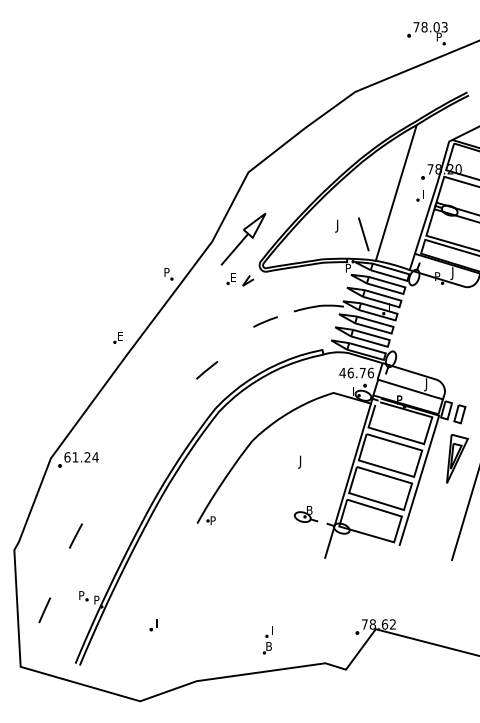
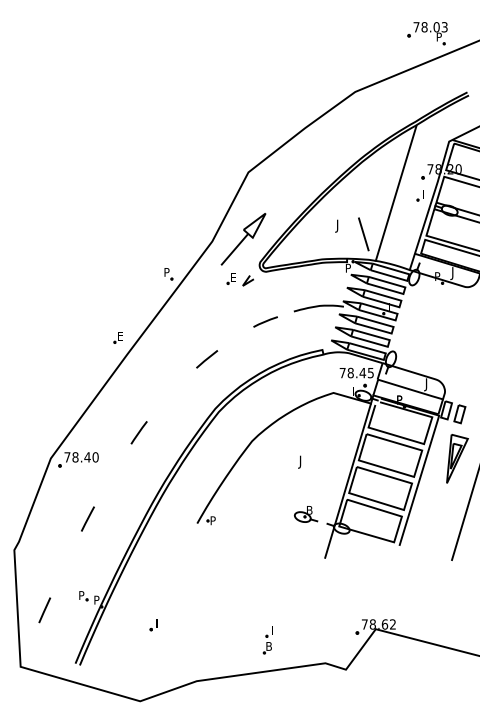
line at (207, 370) position: (207, 370) -> (207, 359)
text at (356, 372): 46.76 -> 78.45
line at (138, 432): none -> present
text at (81, 457): 61.24 -> 78.40
line at (75, 535) position: (75, 535) -> (87, 518)
